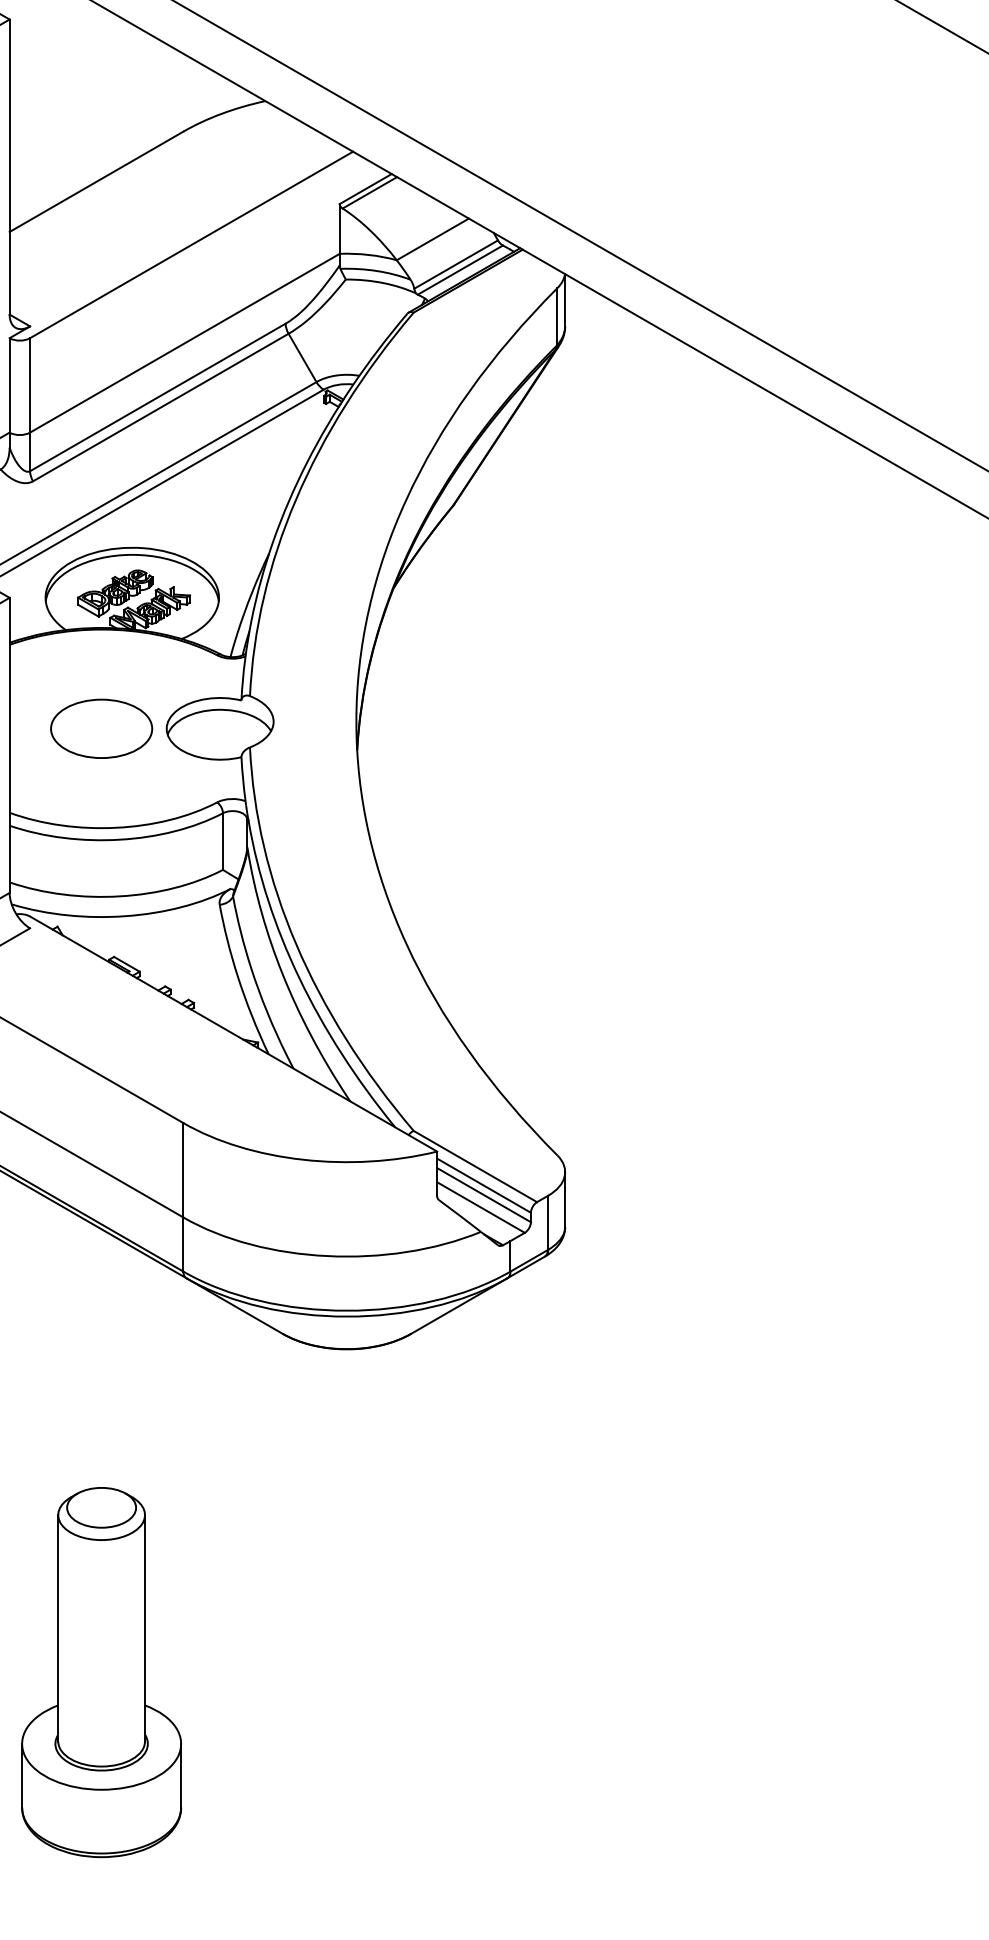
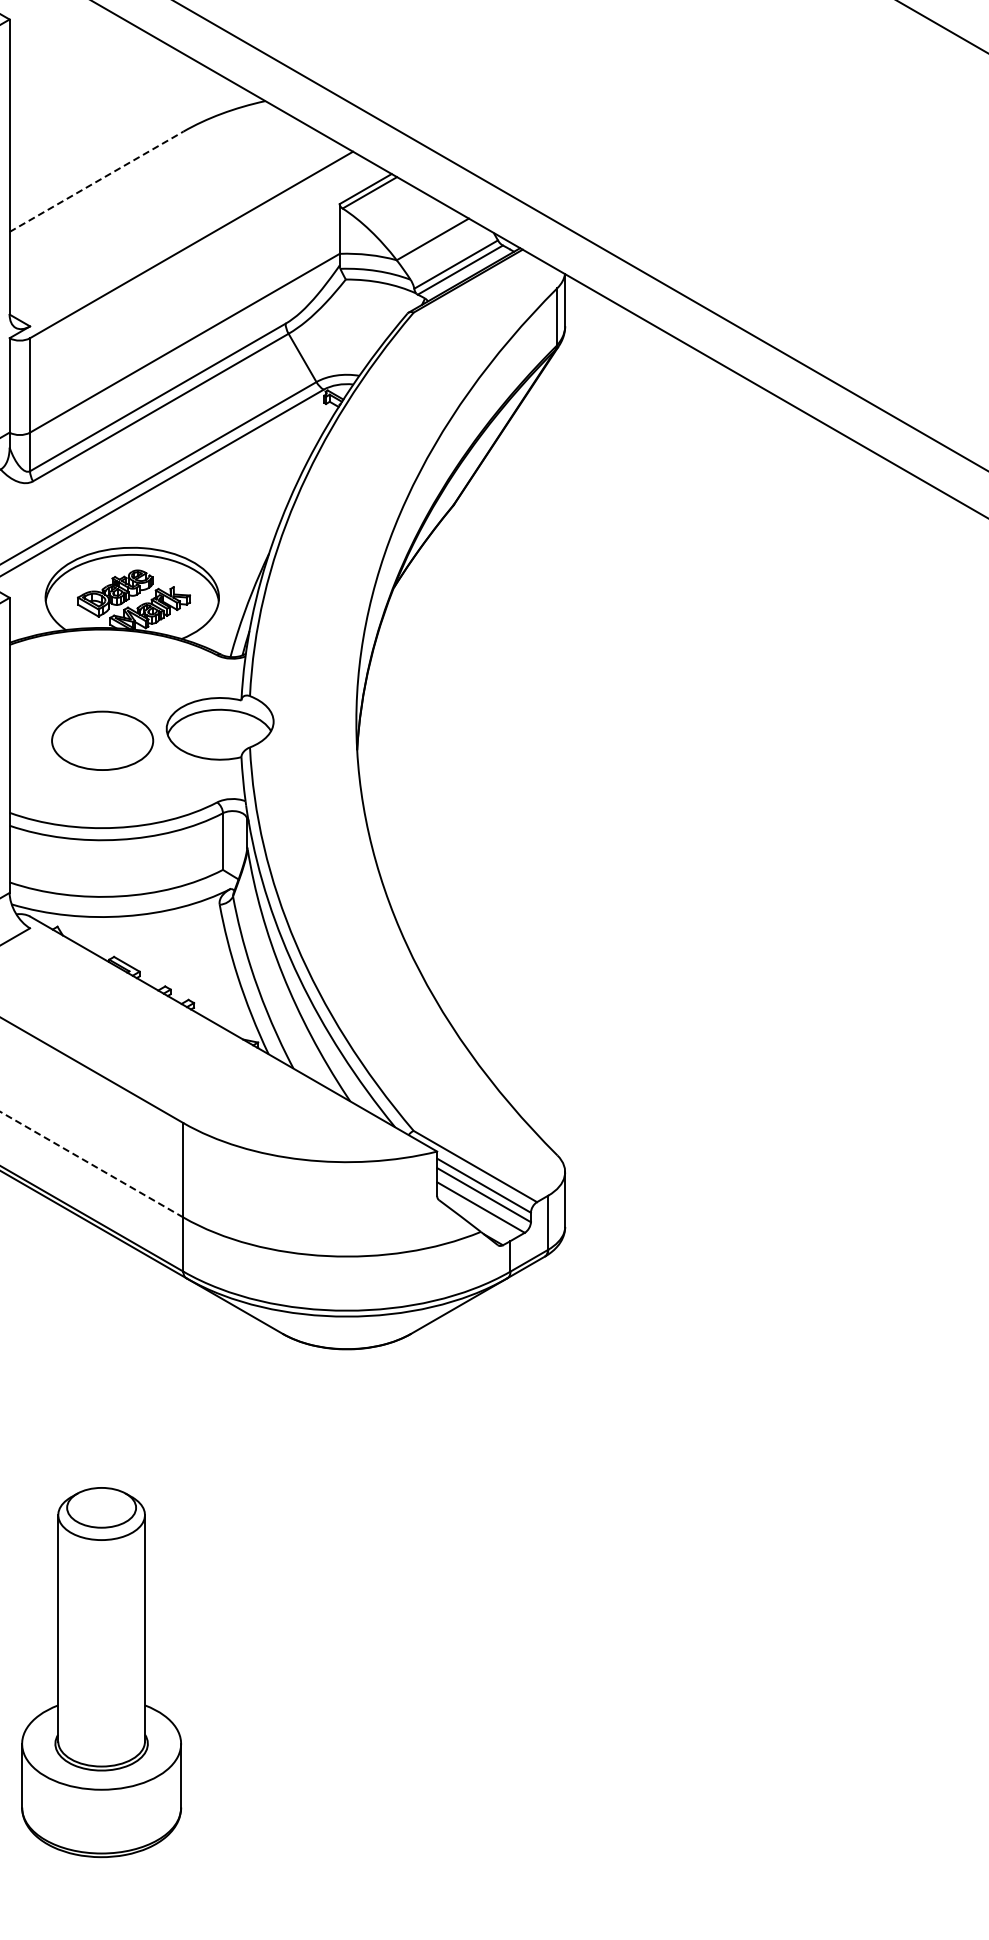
line at (96, 181): solid -> dashed
part at (101, 728) position: (101, 728) -> (102, 740)
line at (91, 1164): solid -> dashed
